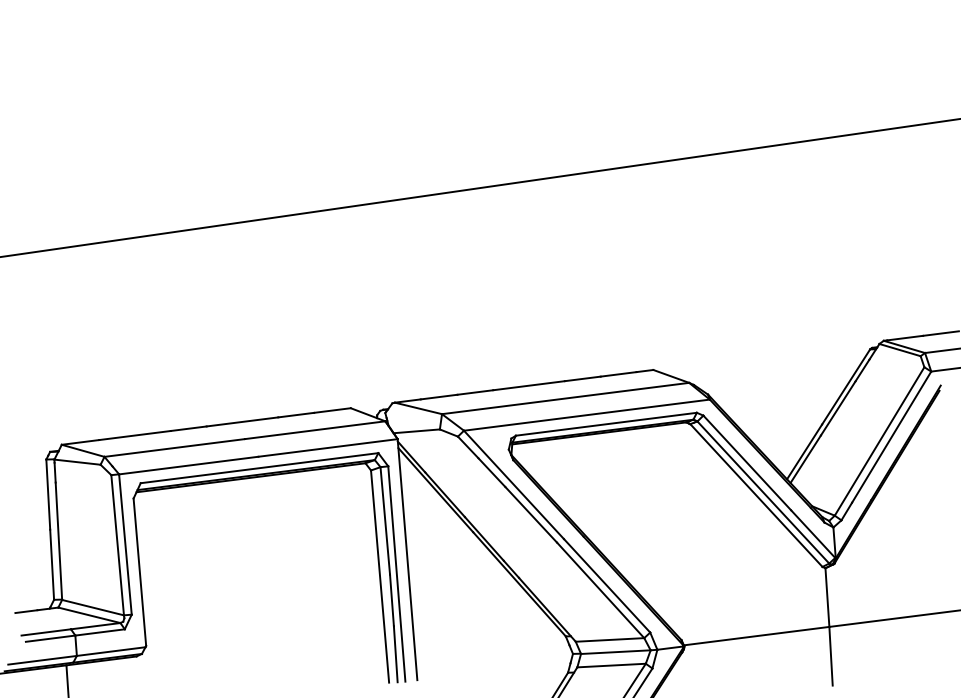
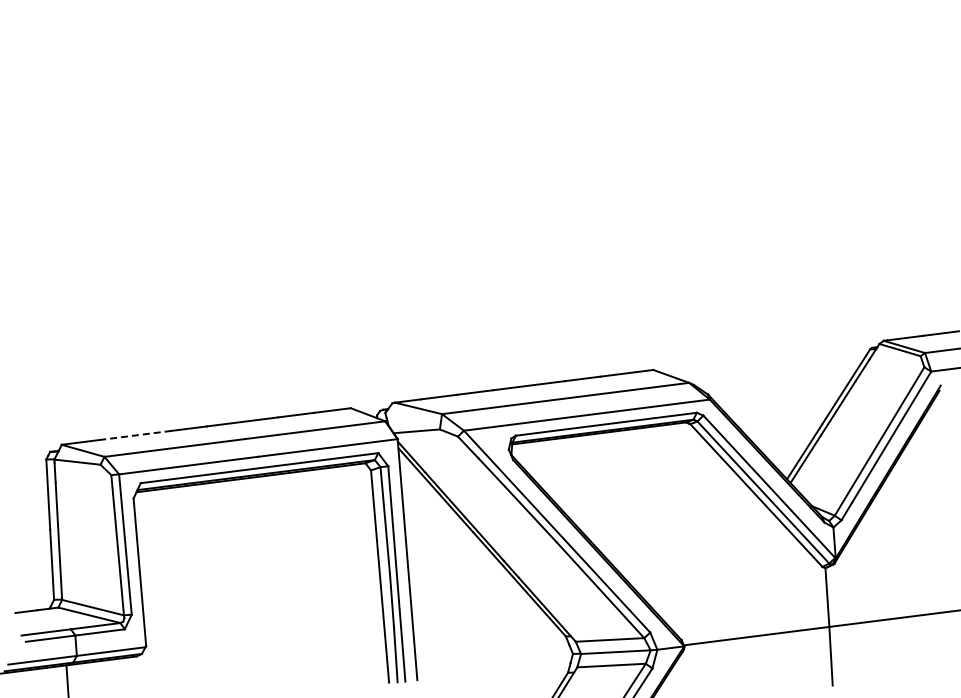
line at (479, 187): present -> none
line at (135, 435): solid -> dashed
